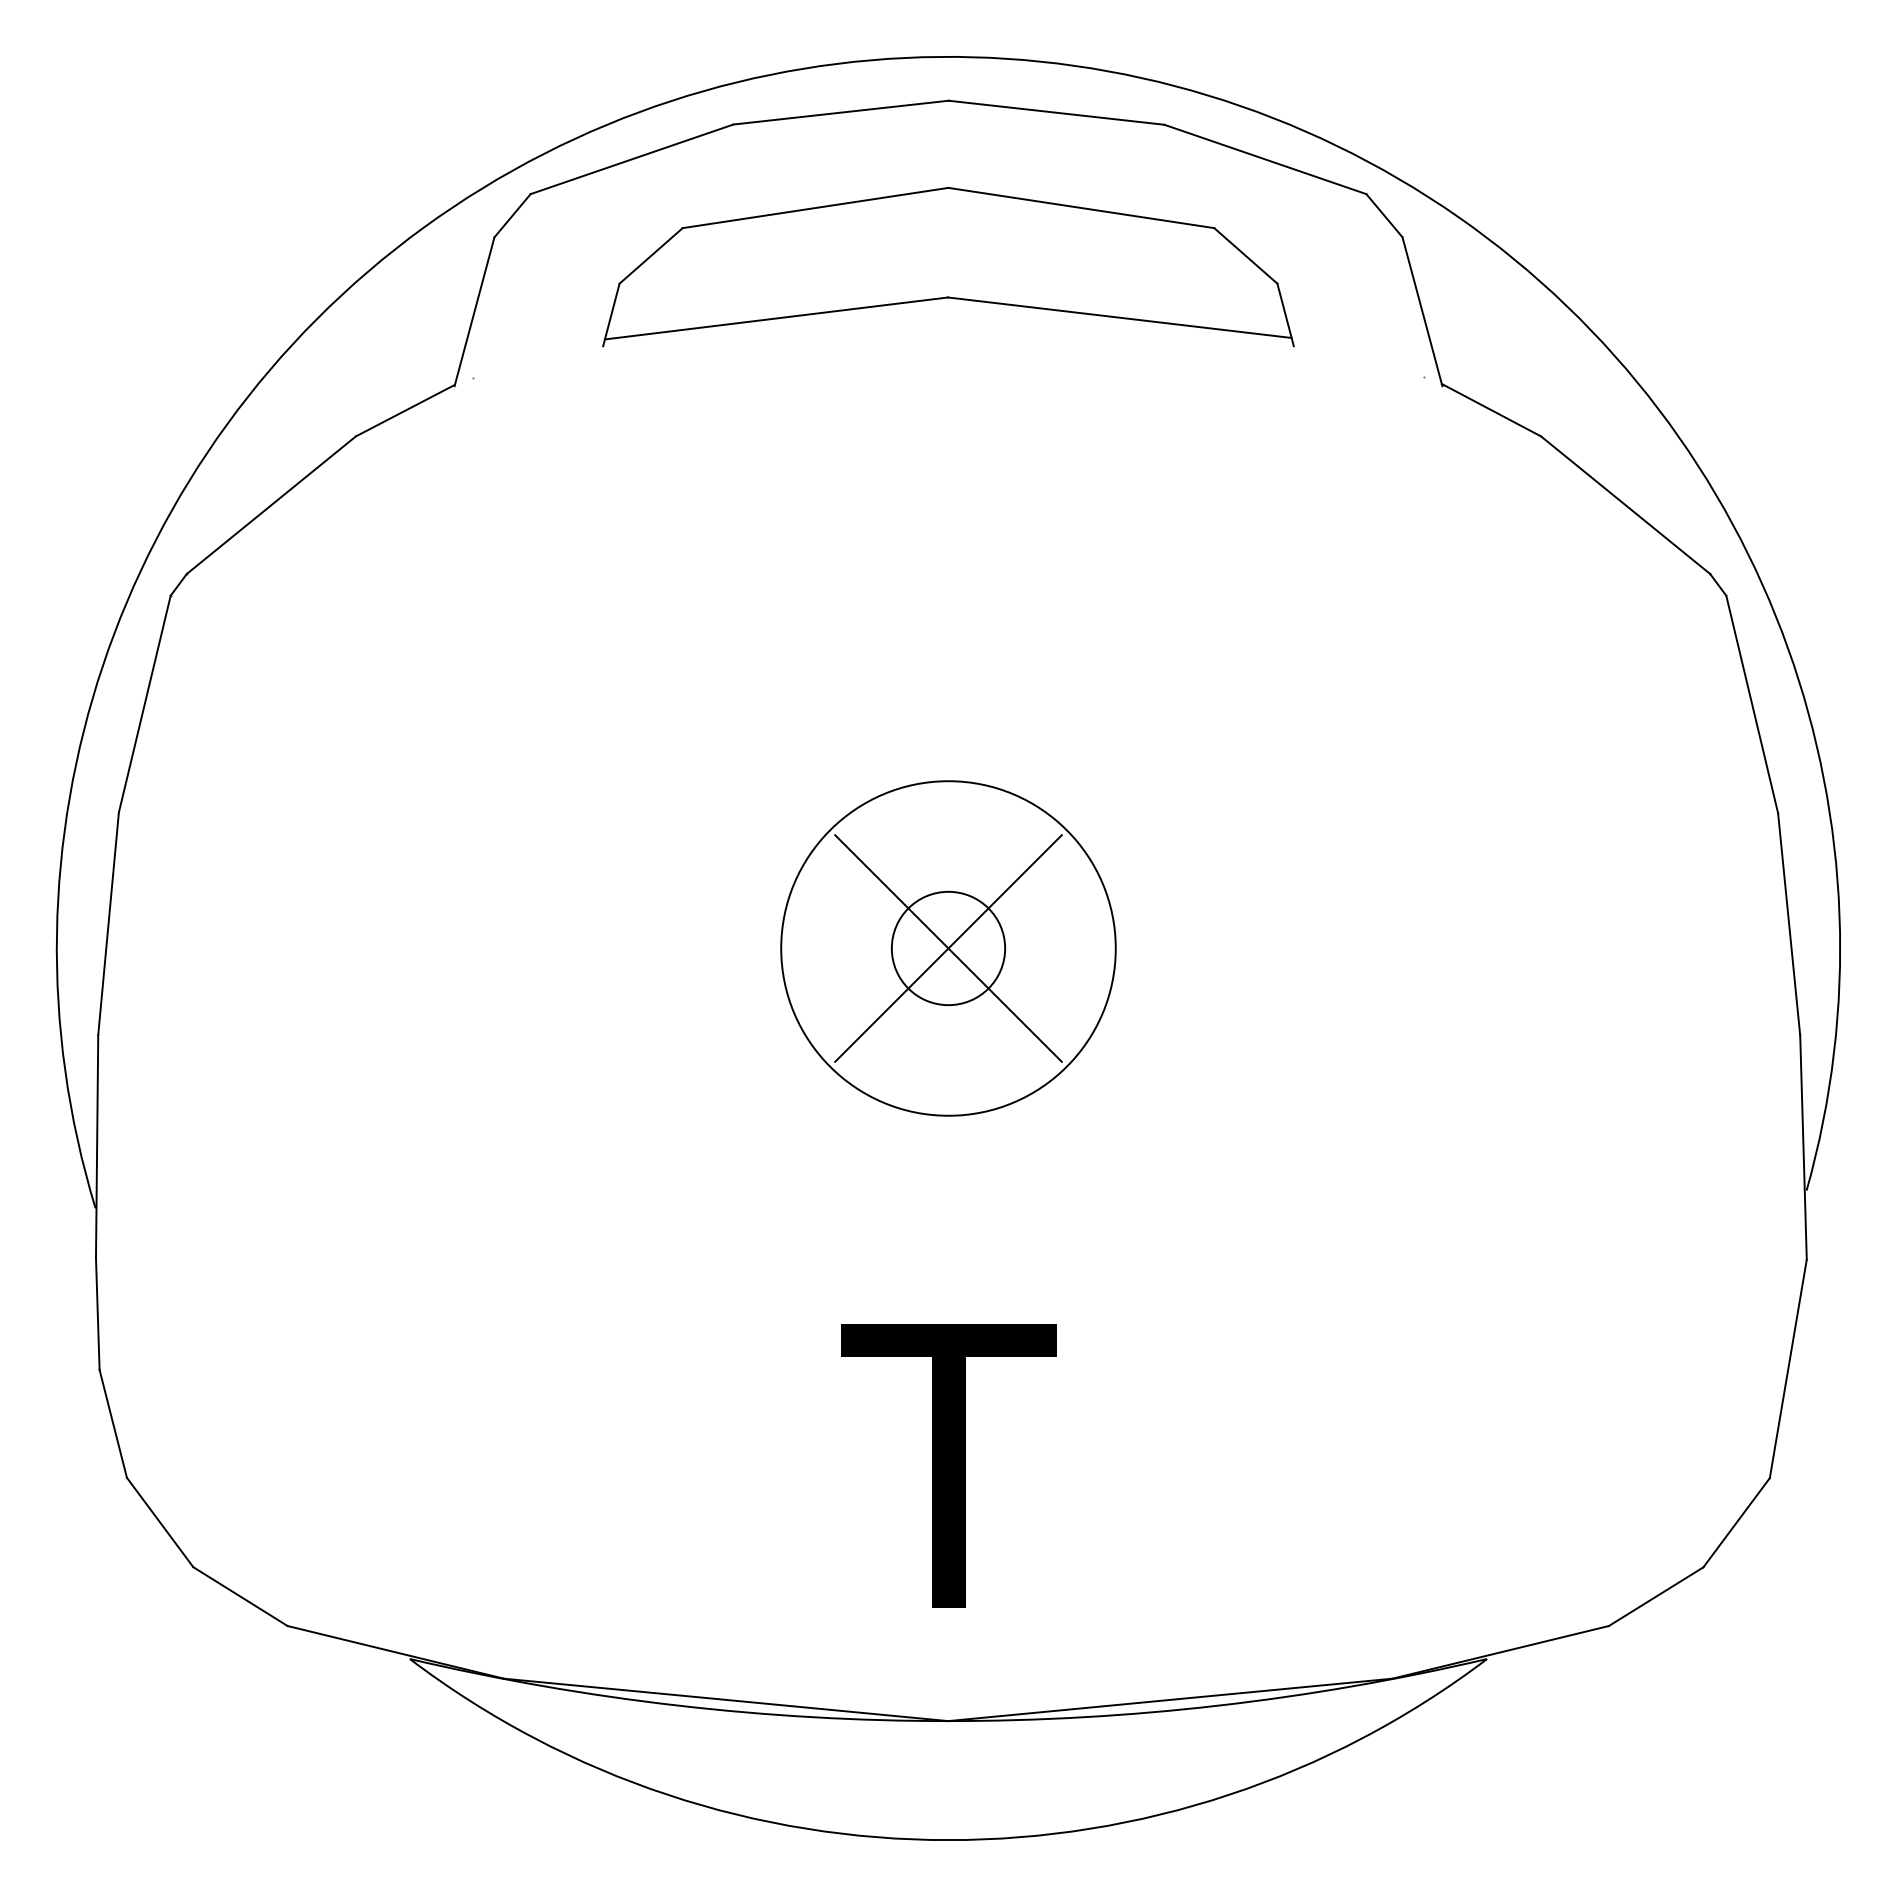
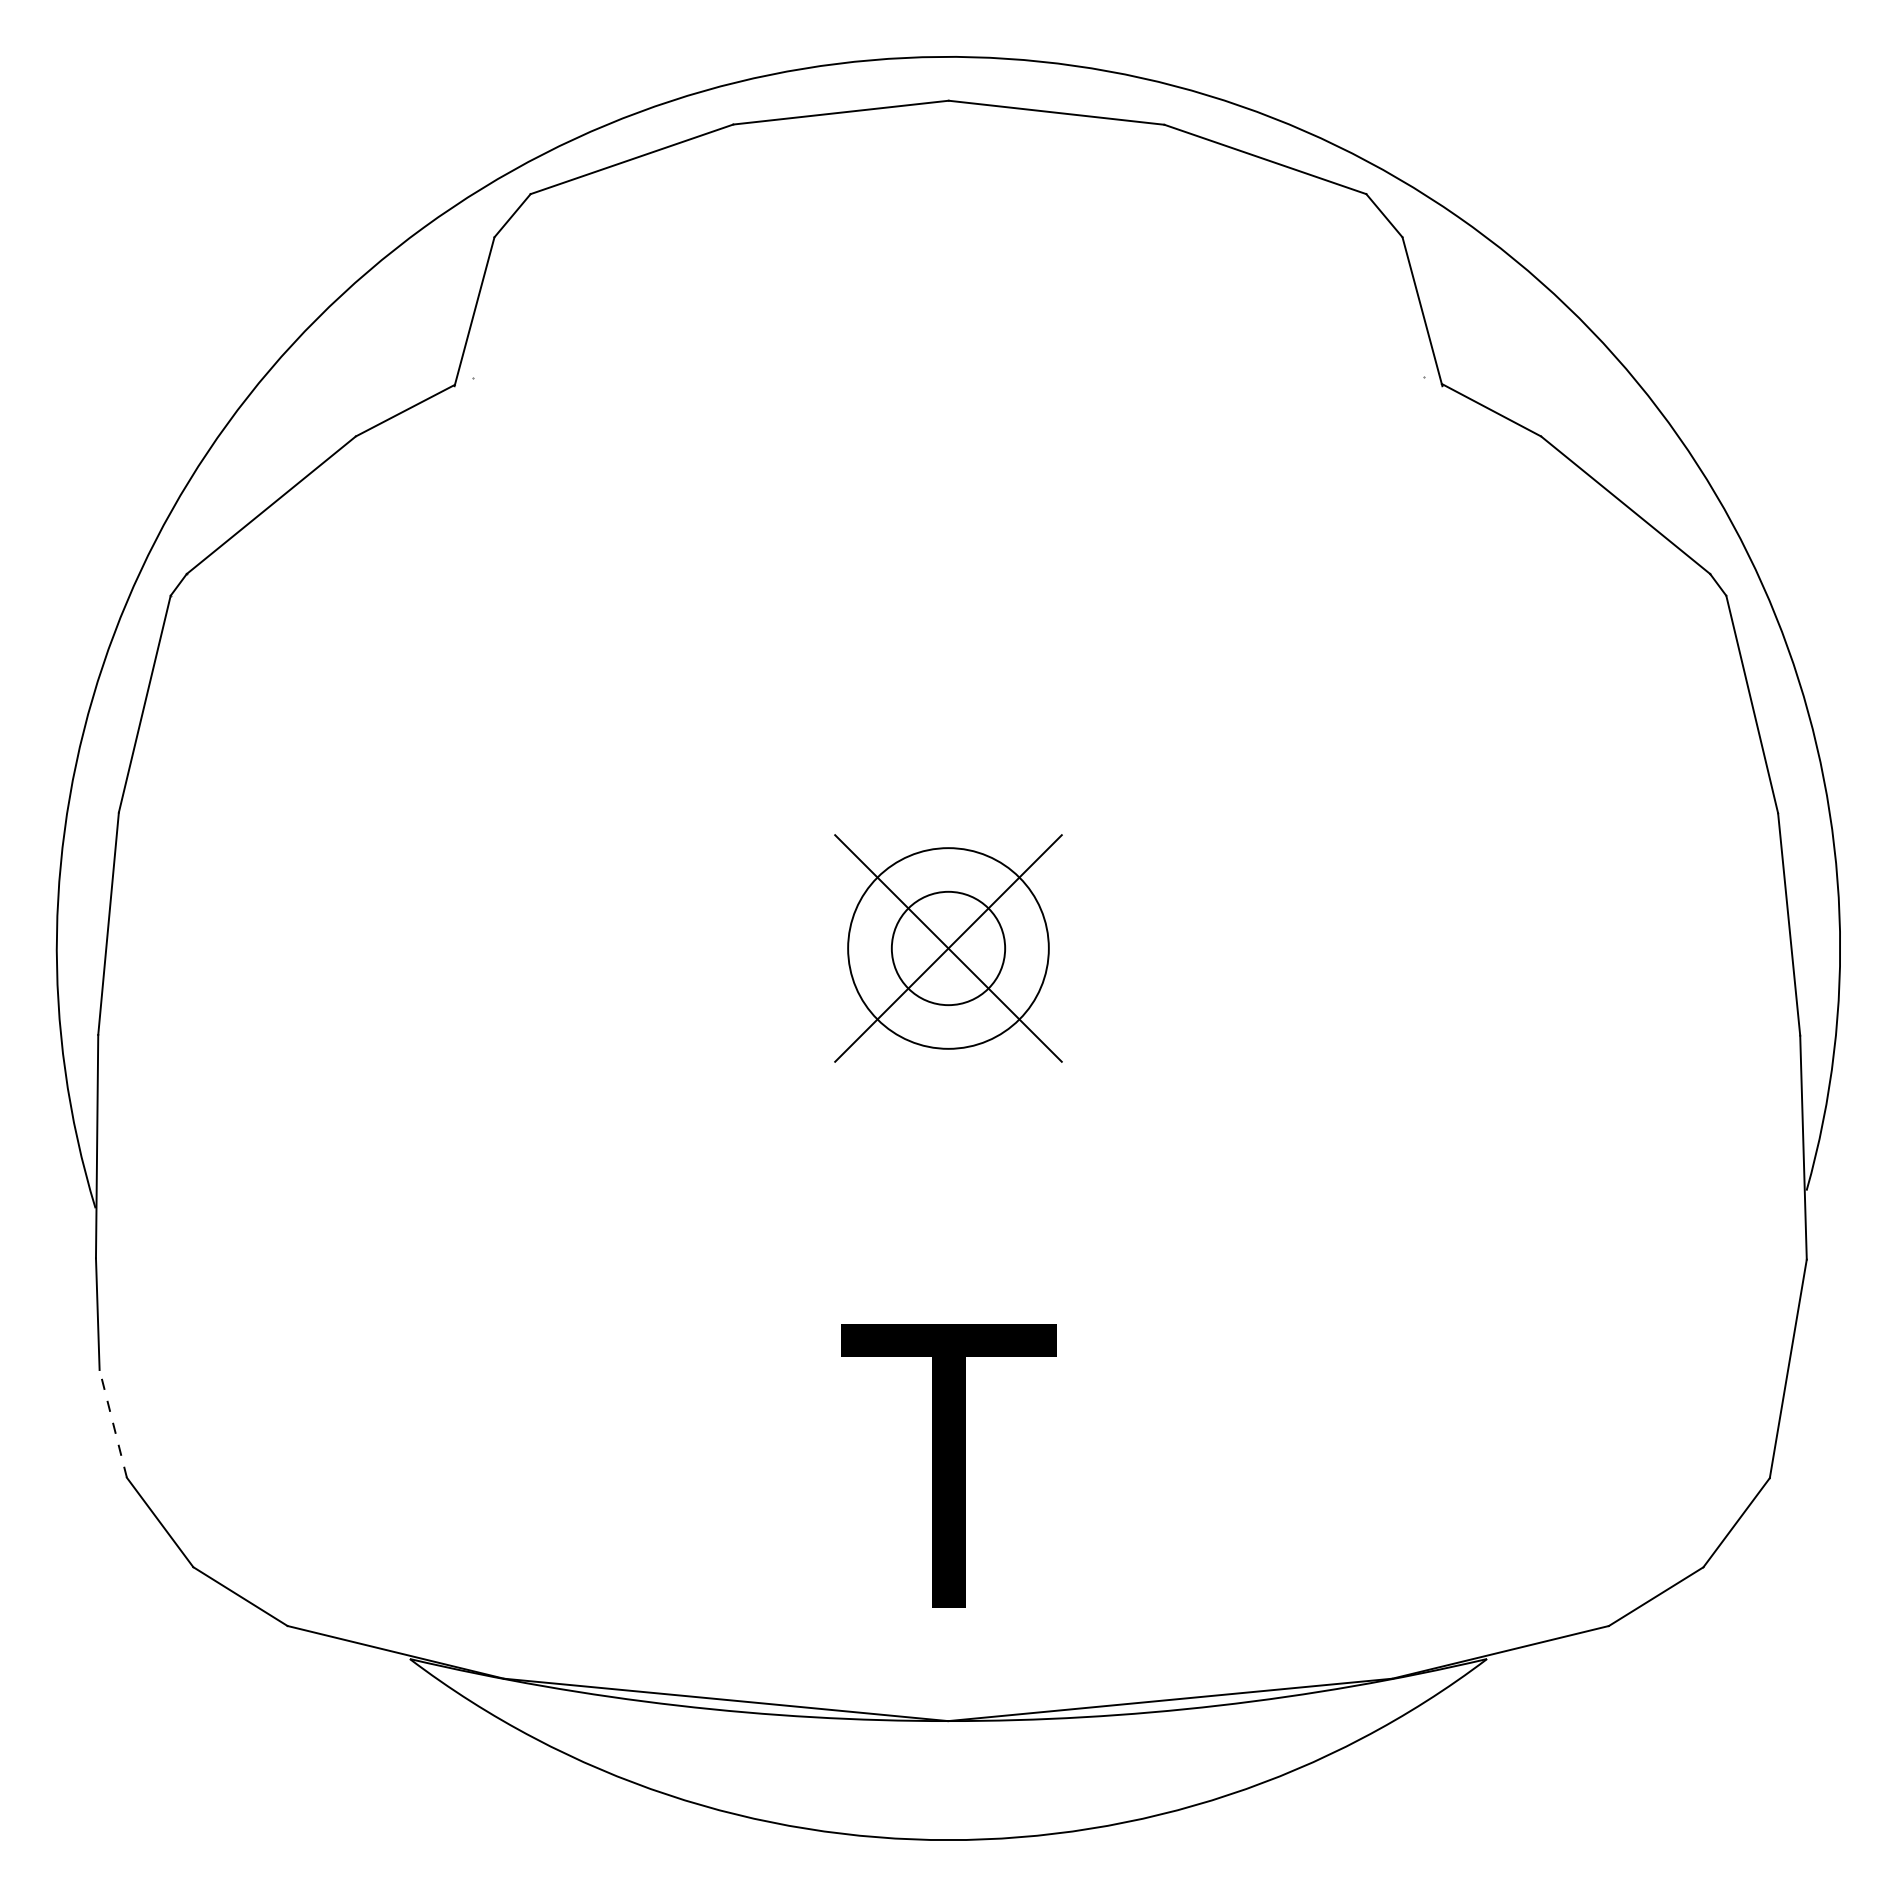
part at (948, 266): present -> none
circle at (948, 948) diameter: 335 px -> 201 px
line at (113, 1423): solid -> dashed
